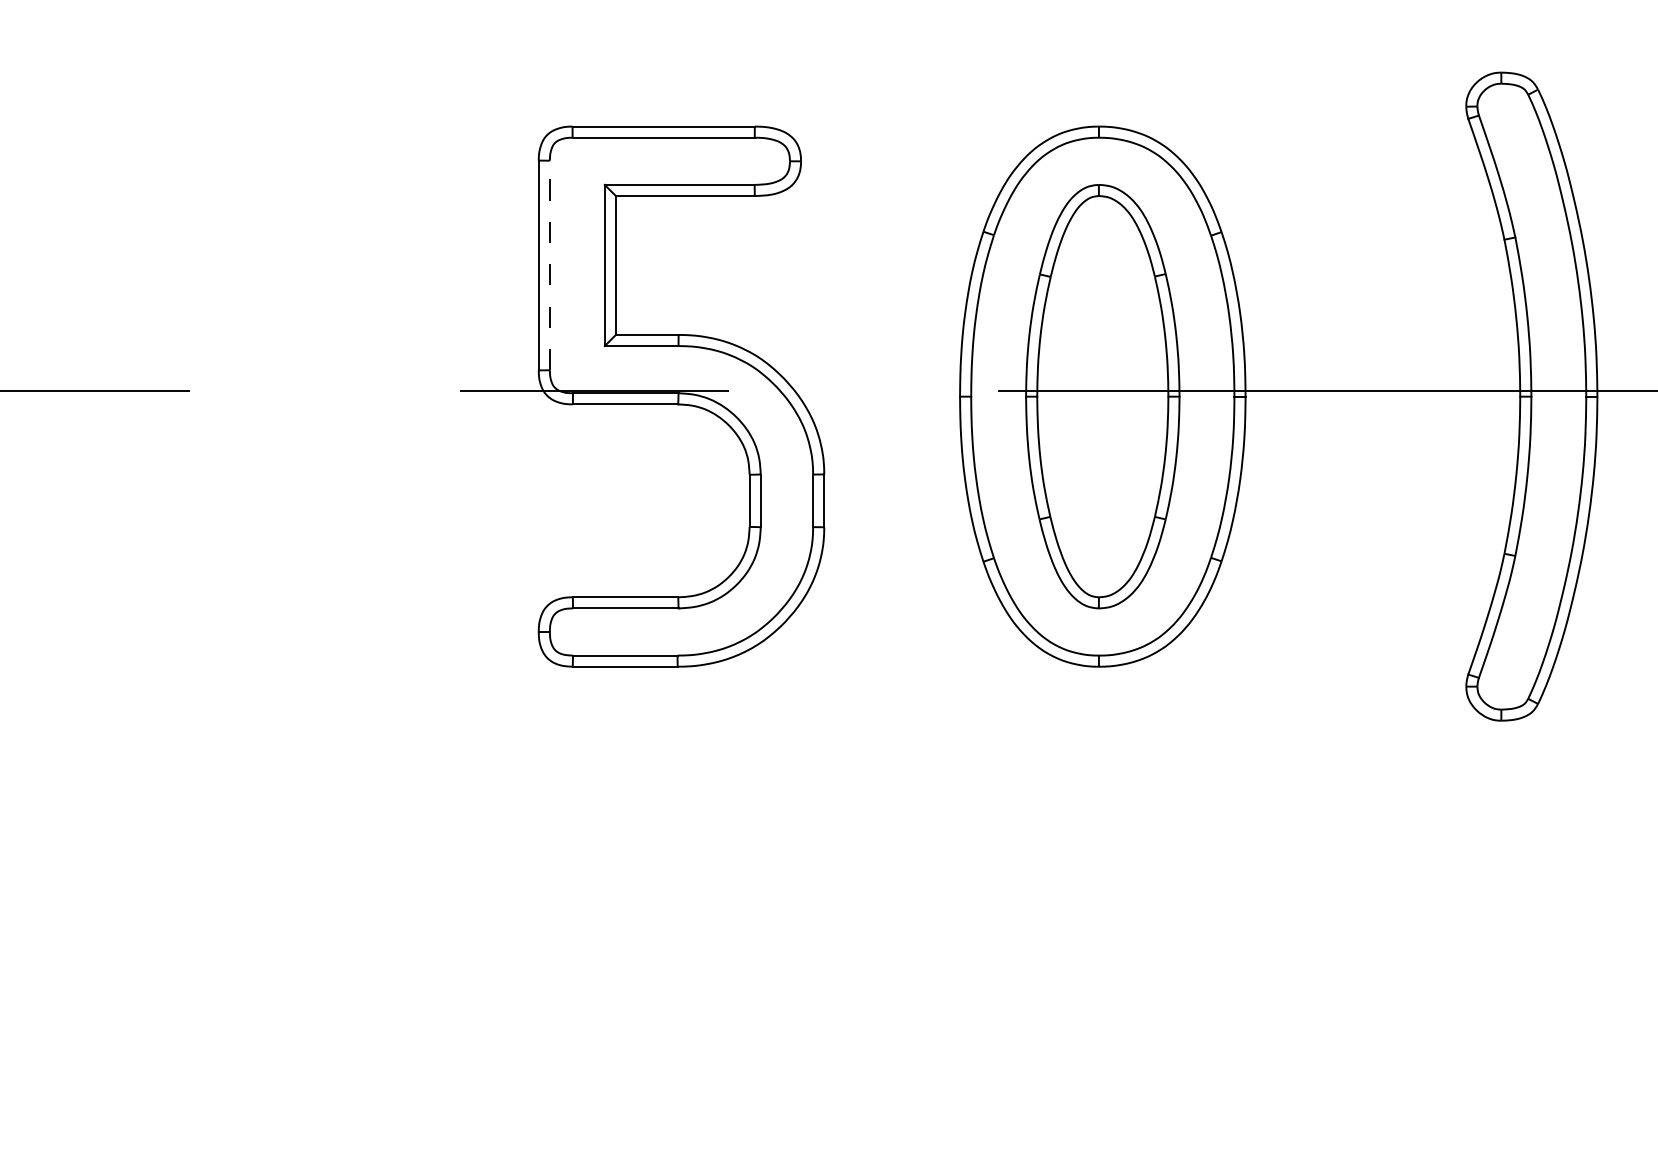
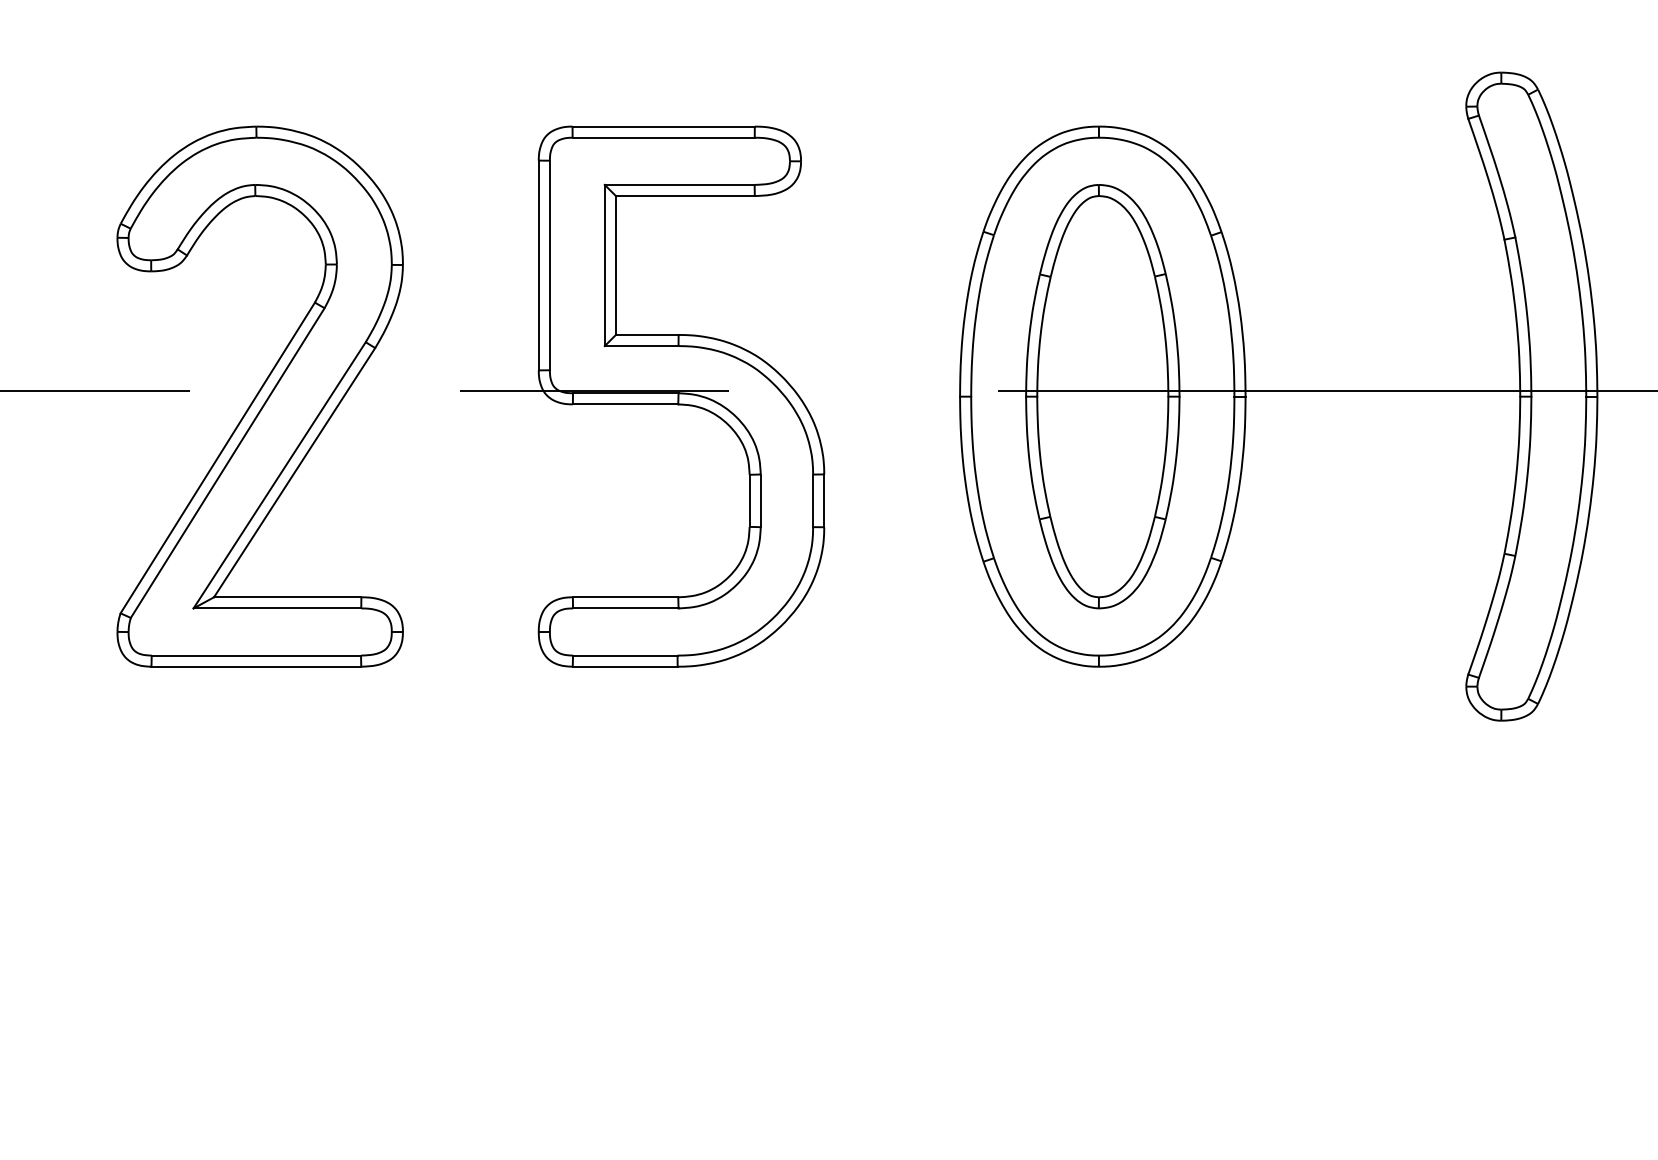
line at (549, 265): dashed -> solid
part at (259, 396): none -> present
